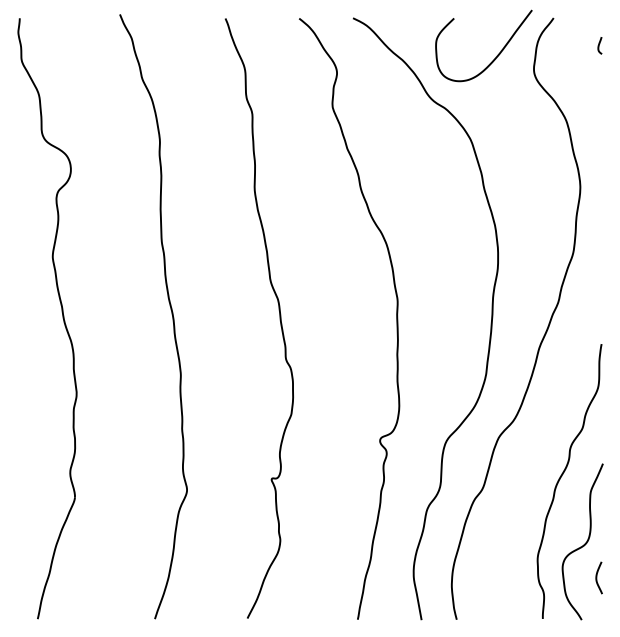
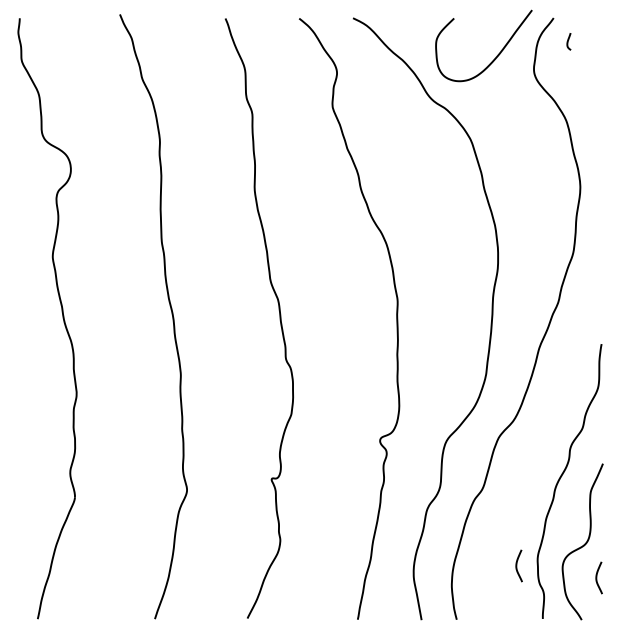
curve at (599, 45) position: (599, 45) -> (568, 41)
curve at (517, 565): none -> present
